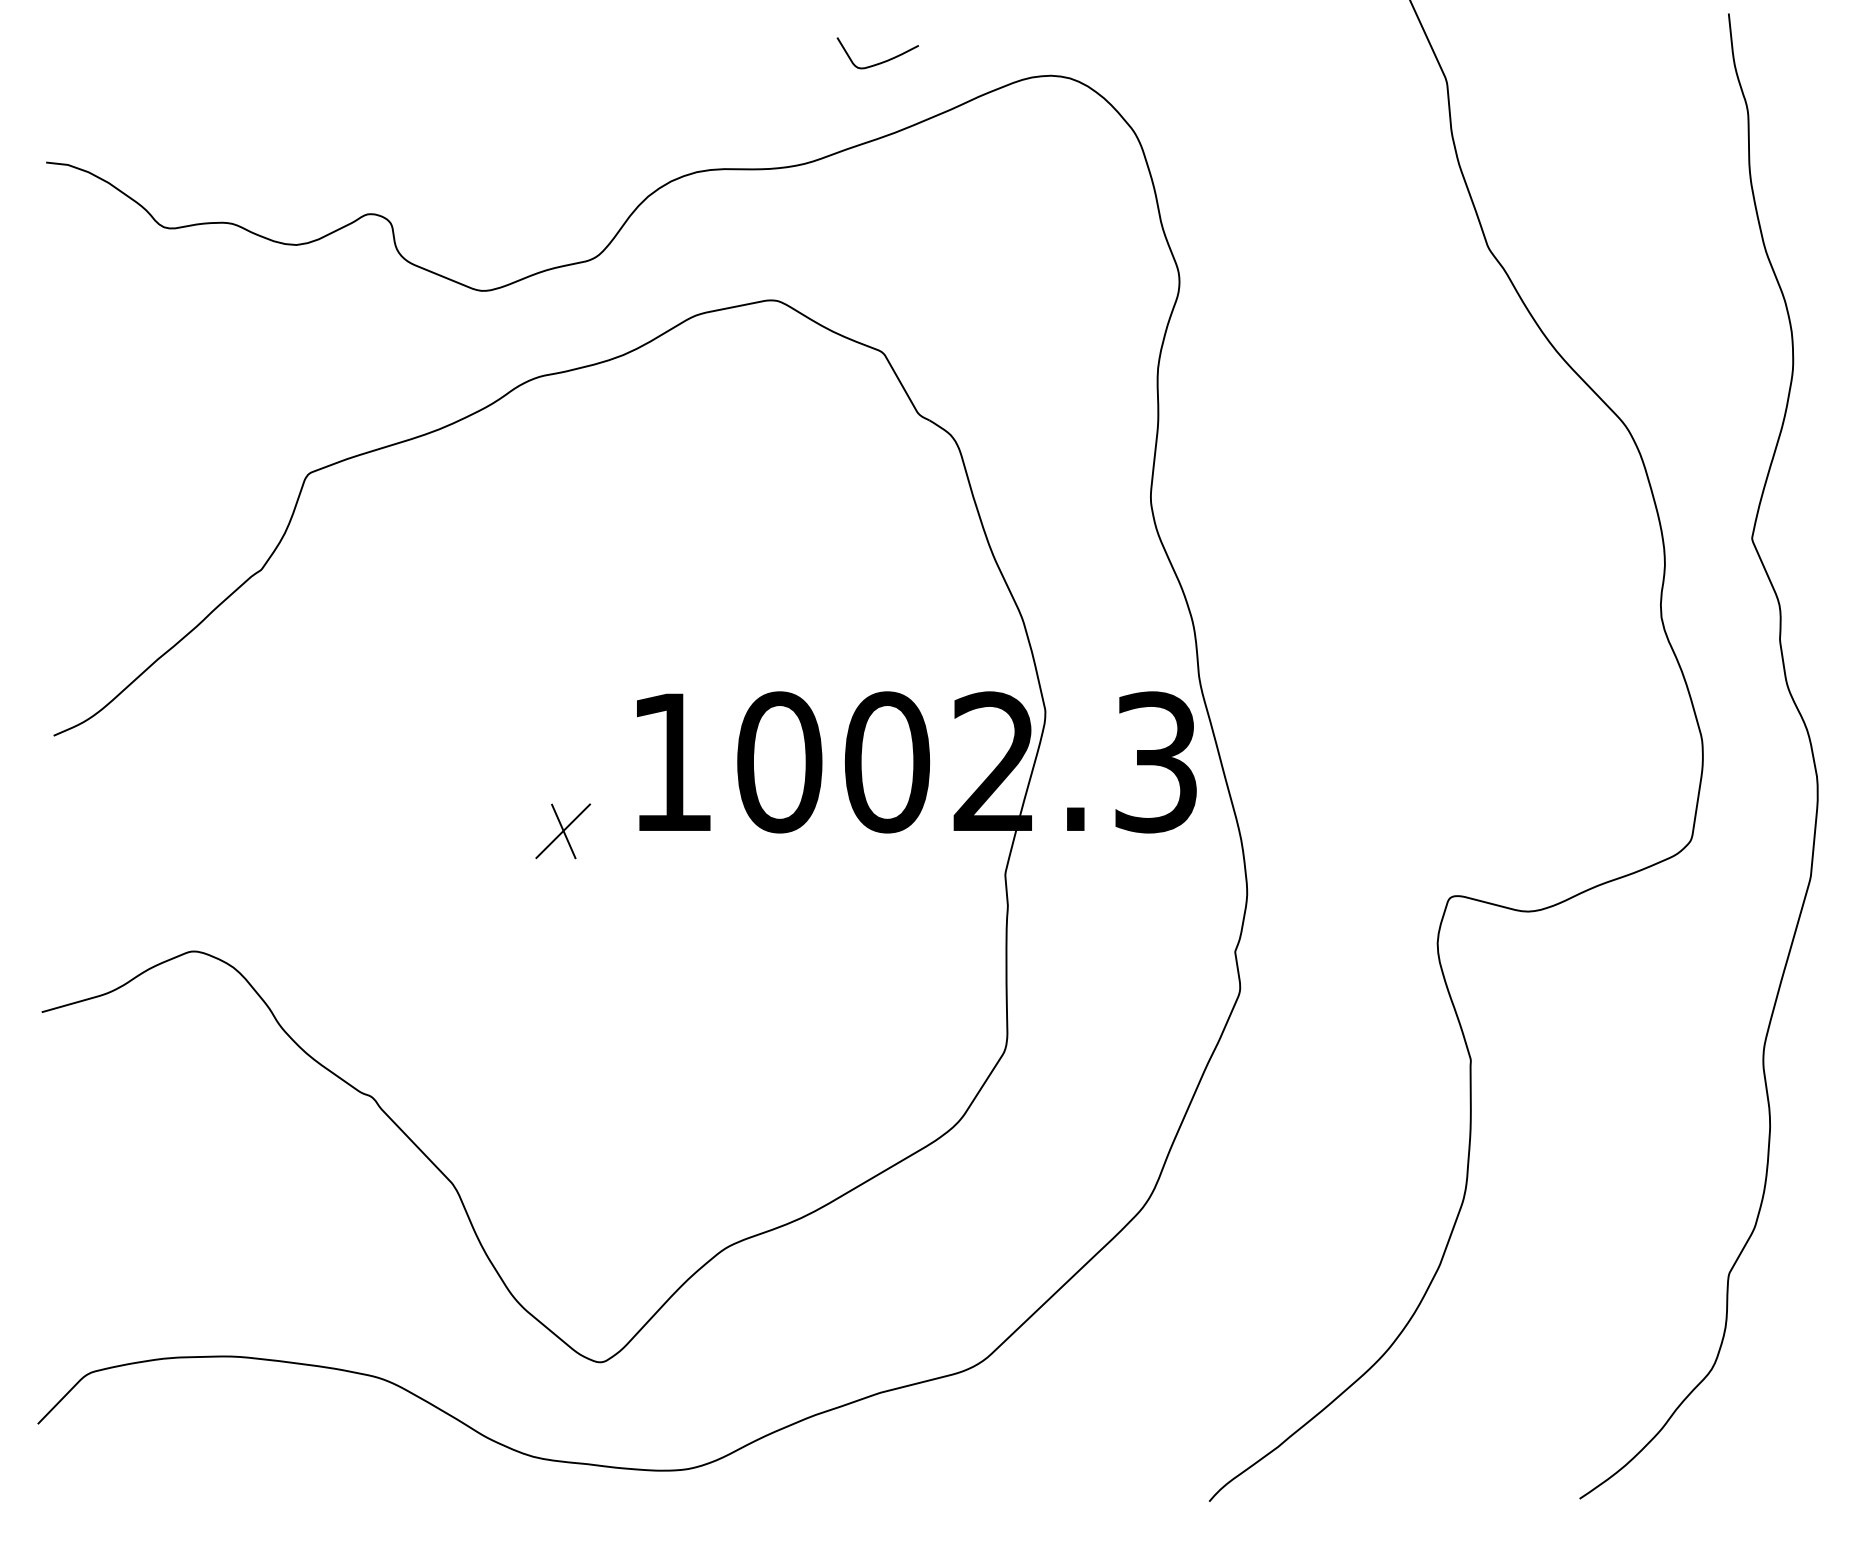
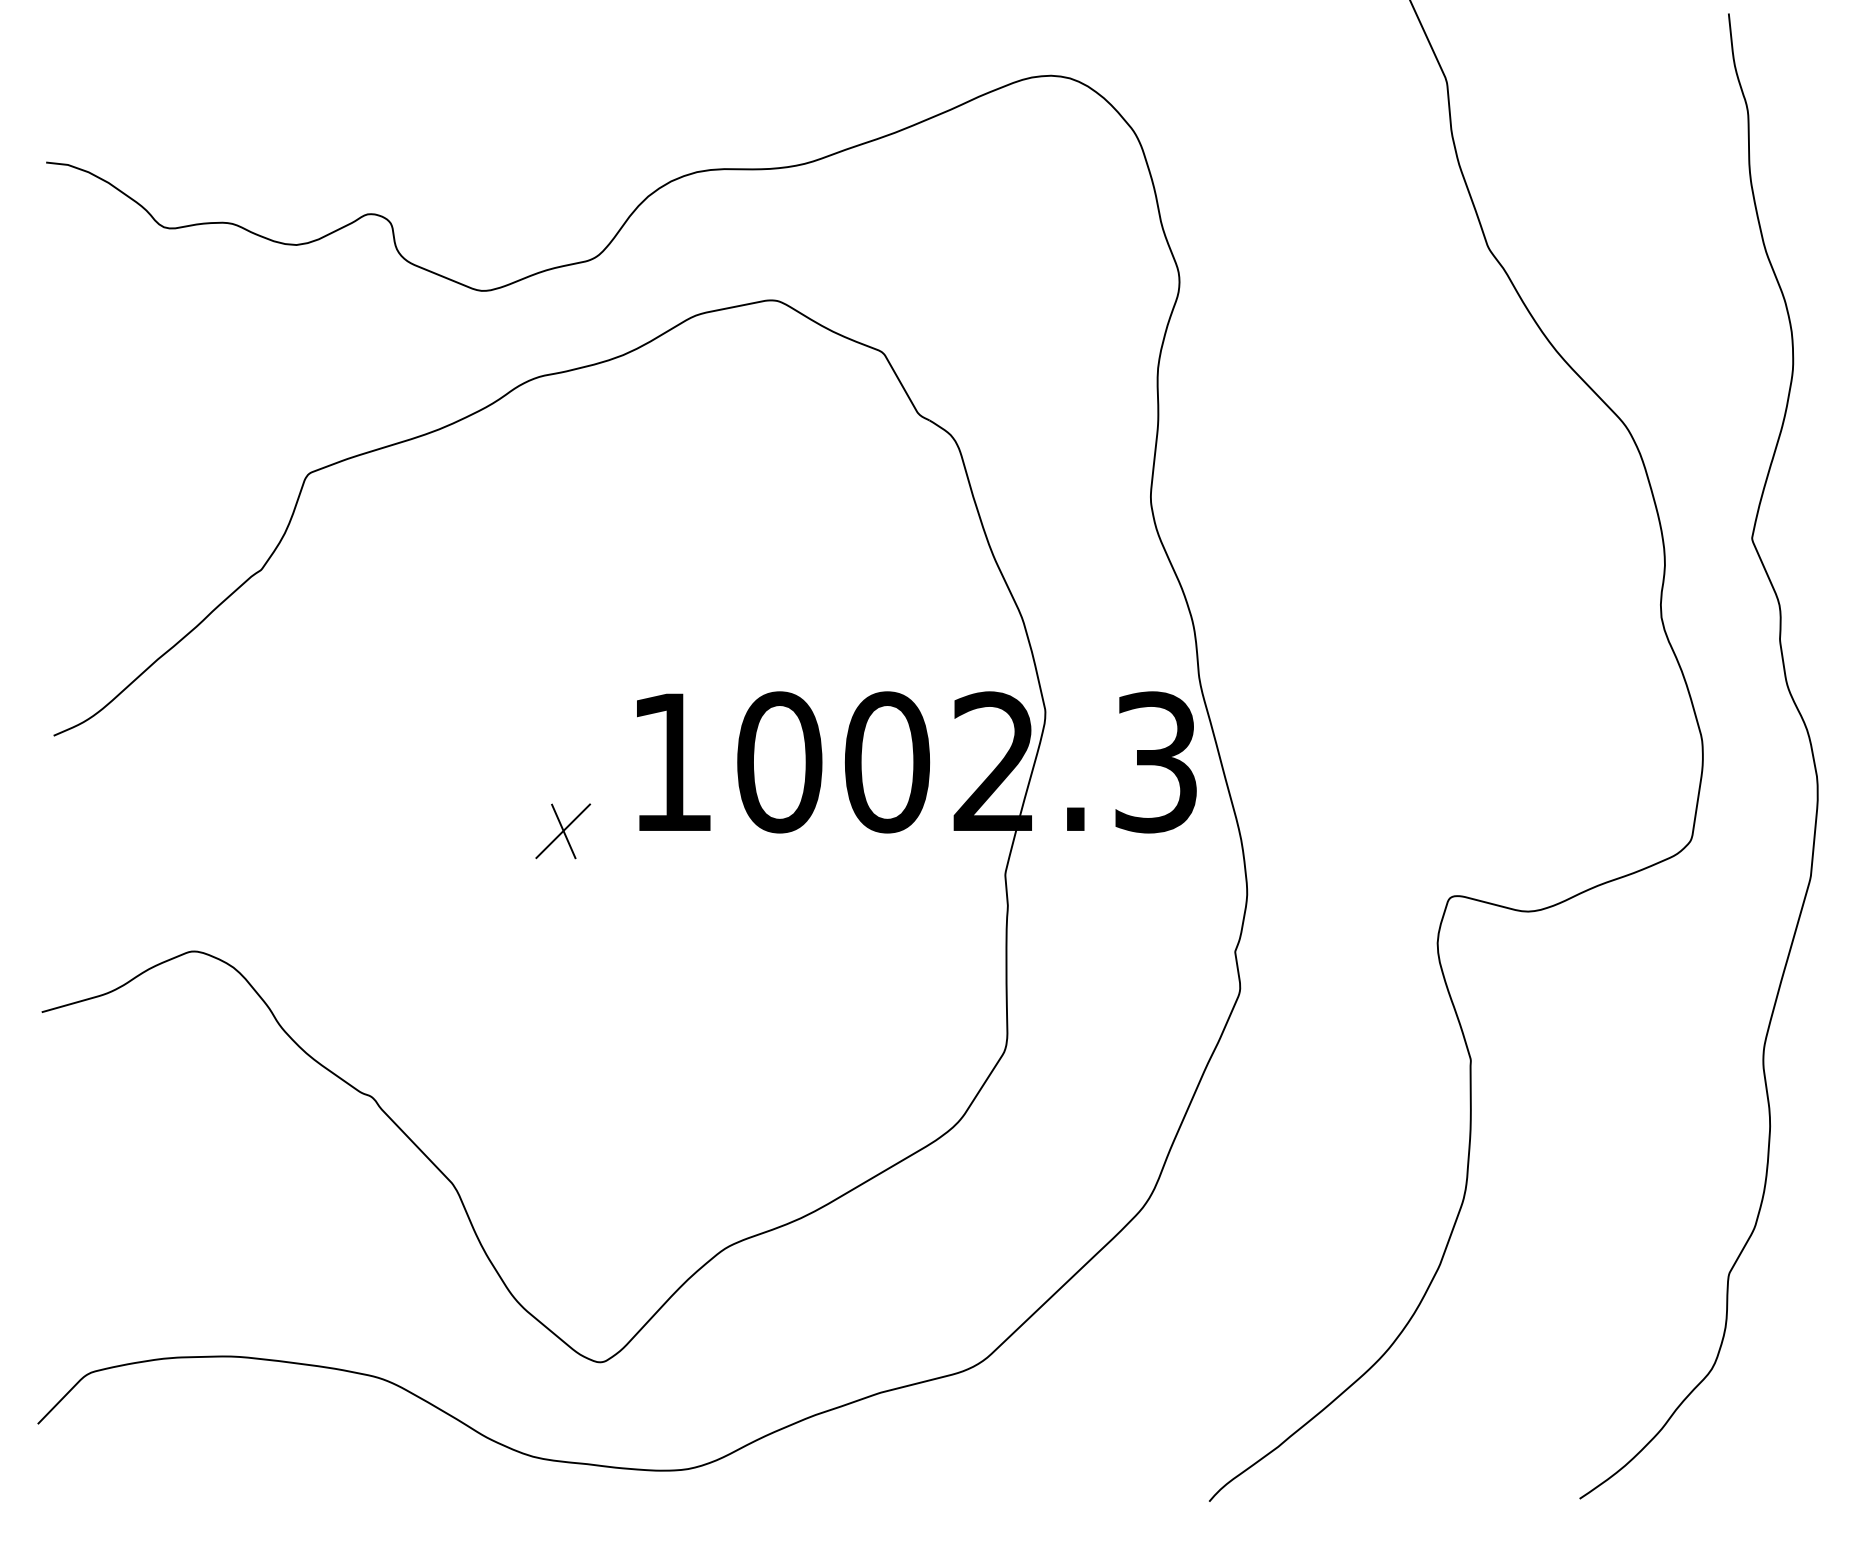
curve at (879, 62): present -> none
